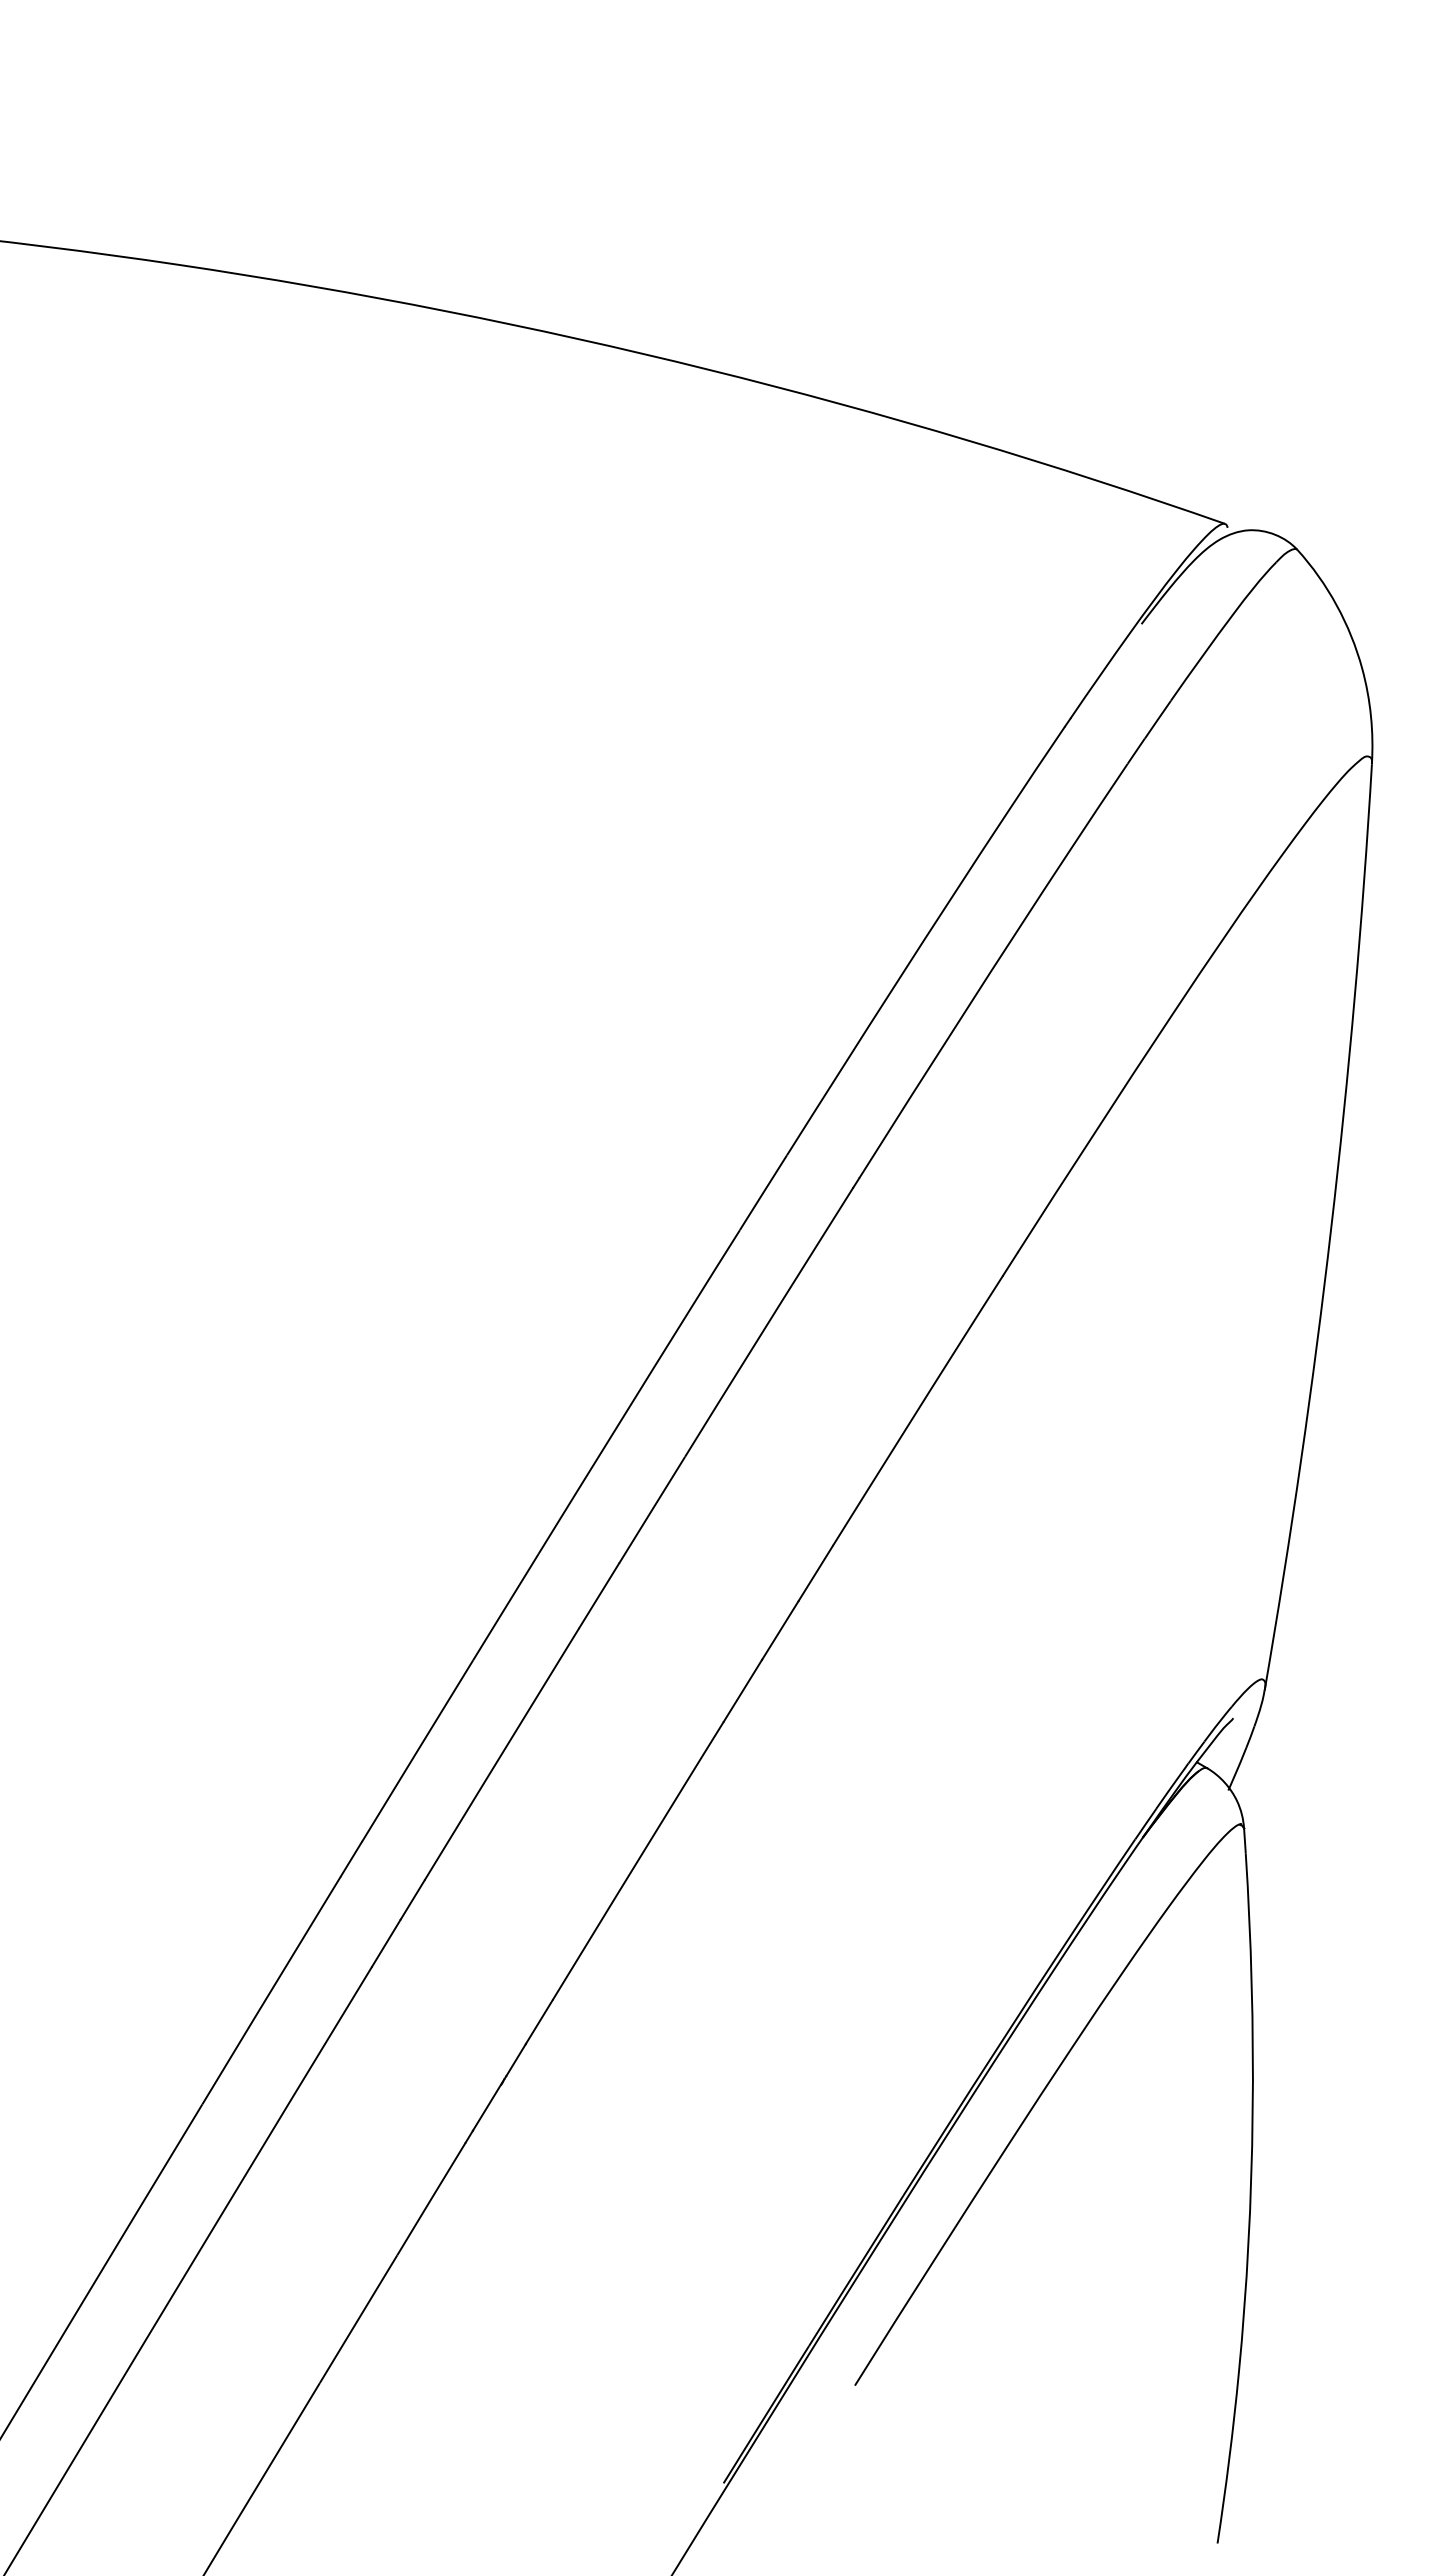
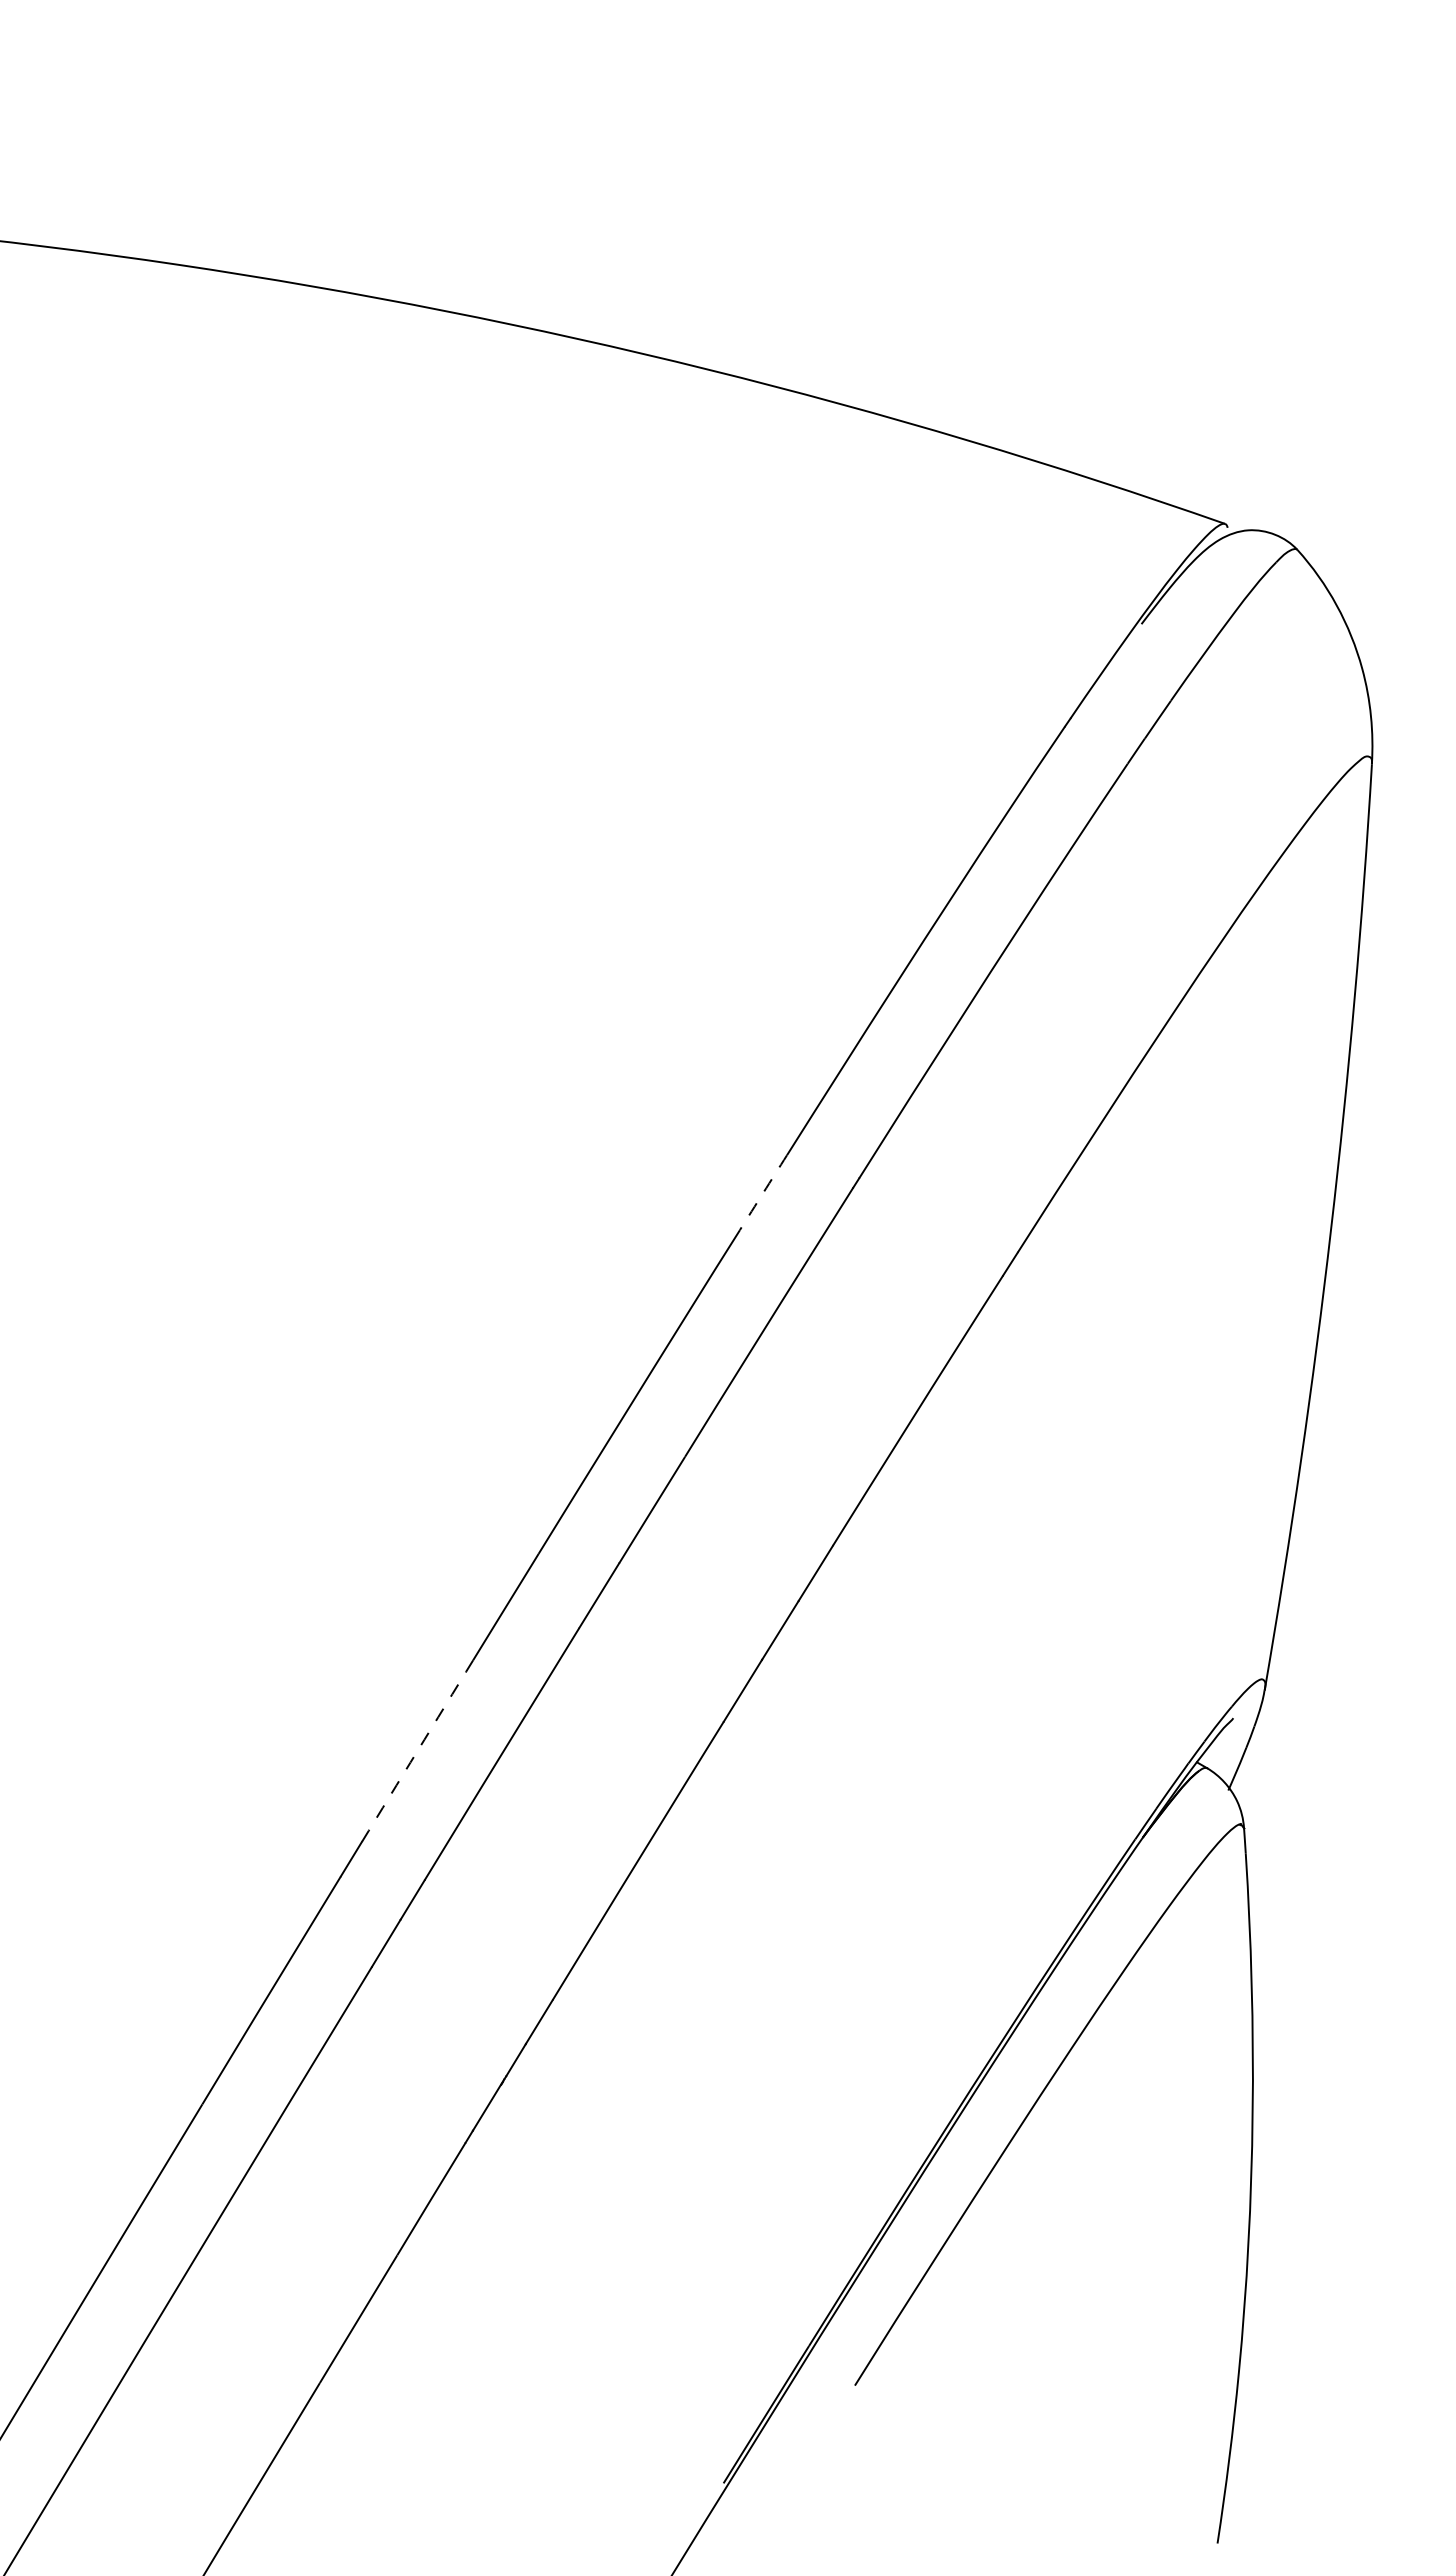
arc at (763, 1192): solid -> dashed
arc at (417, 1751): solid -> dashed
